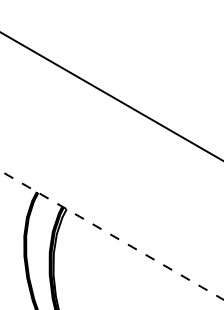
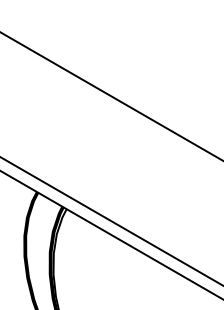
line at (111, 221): none -> present
line at (112, 235): dashed -> solid
